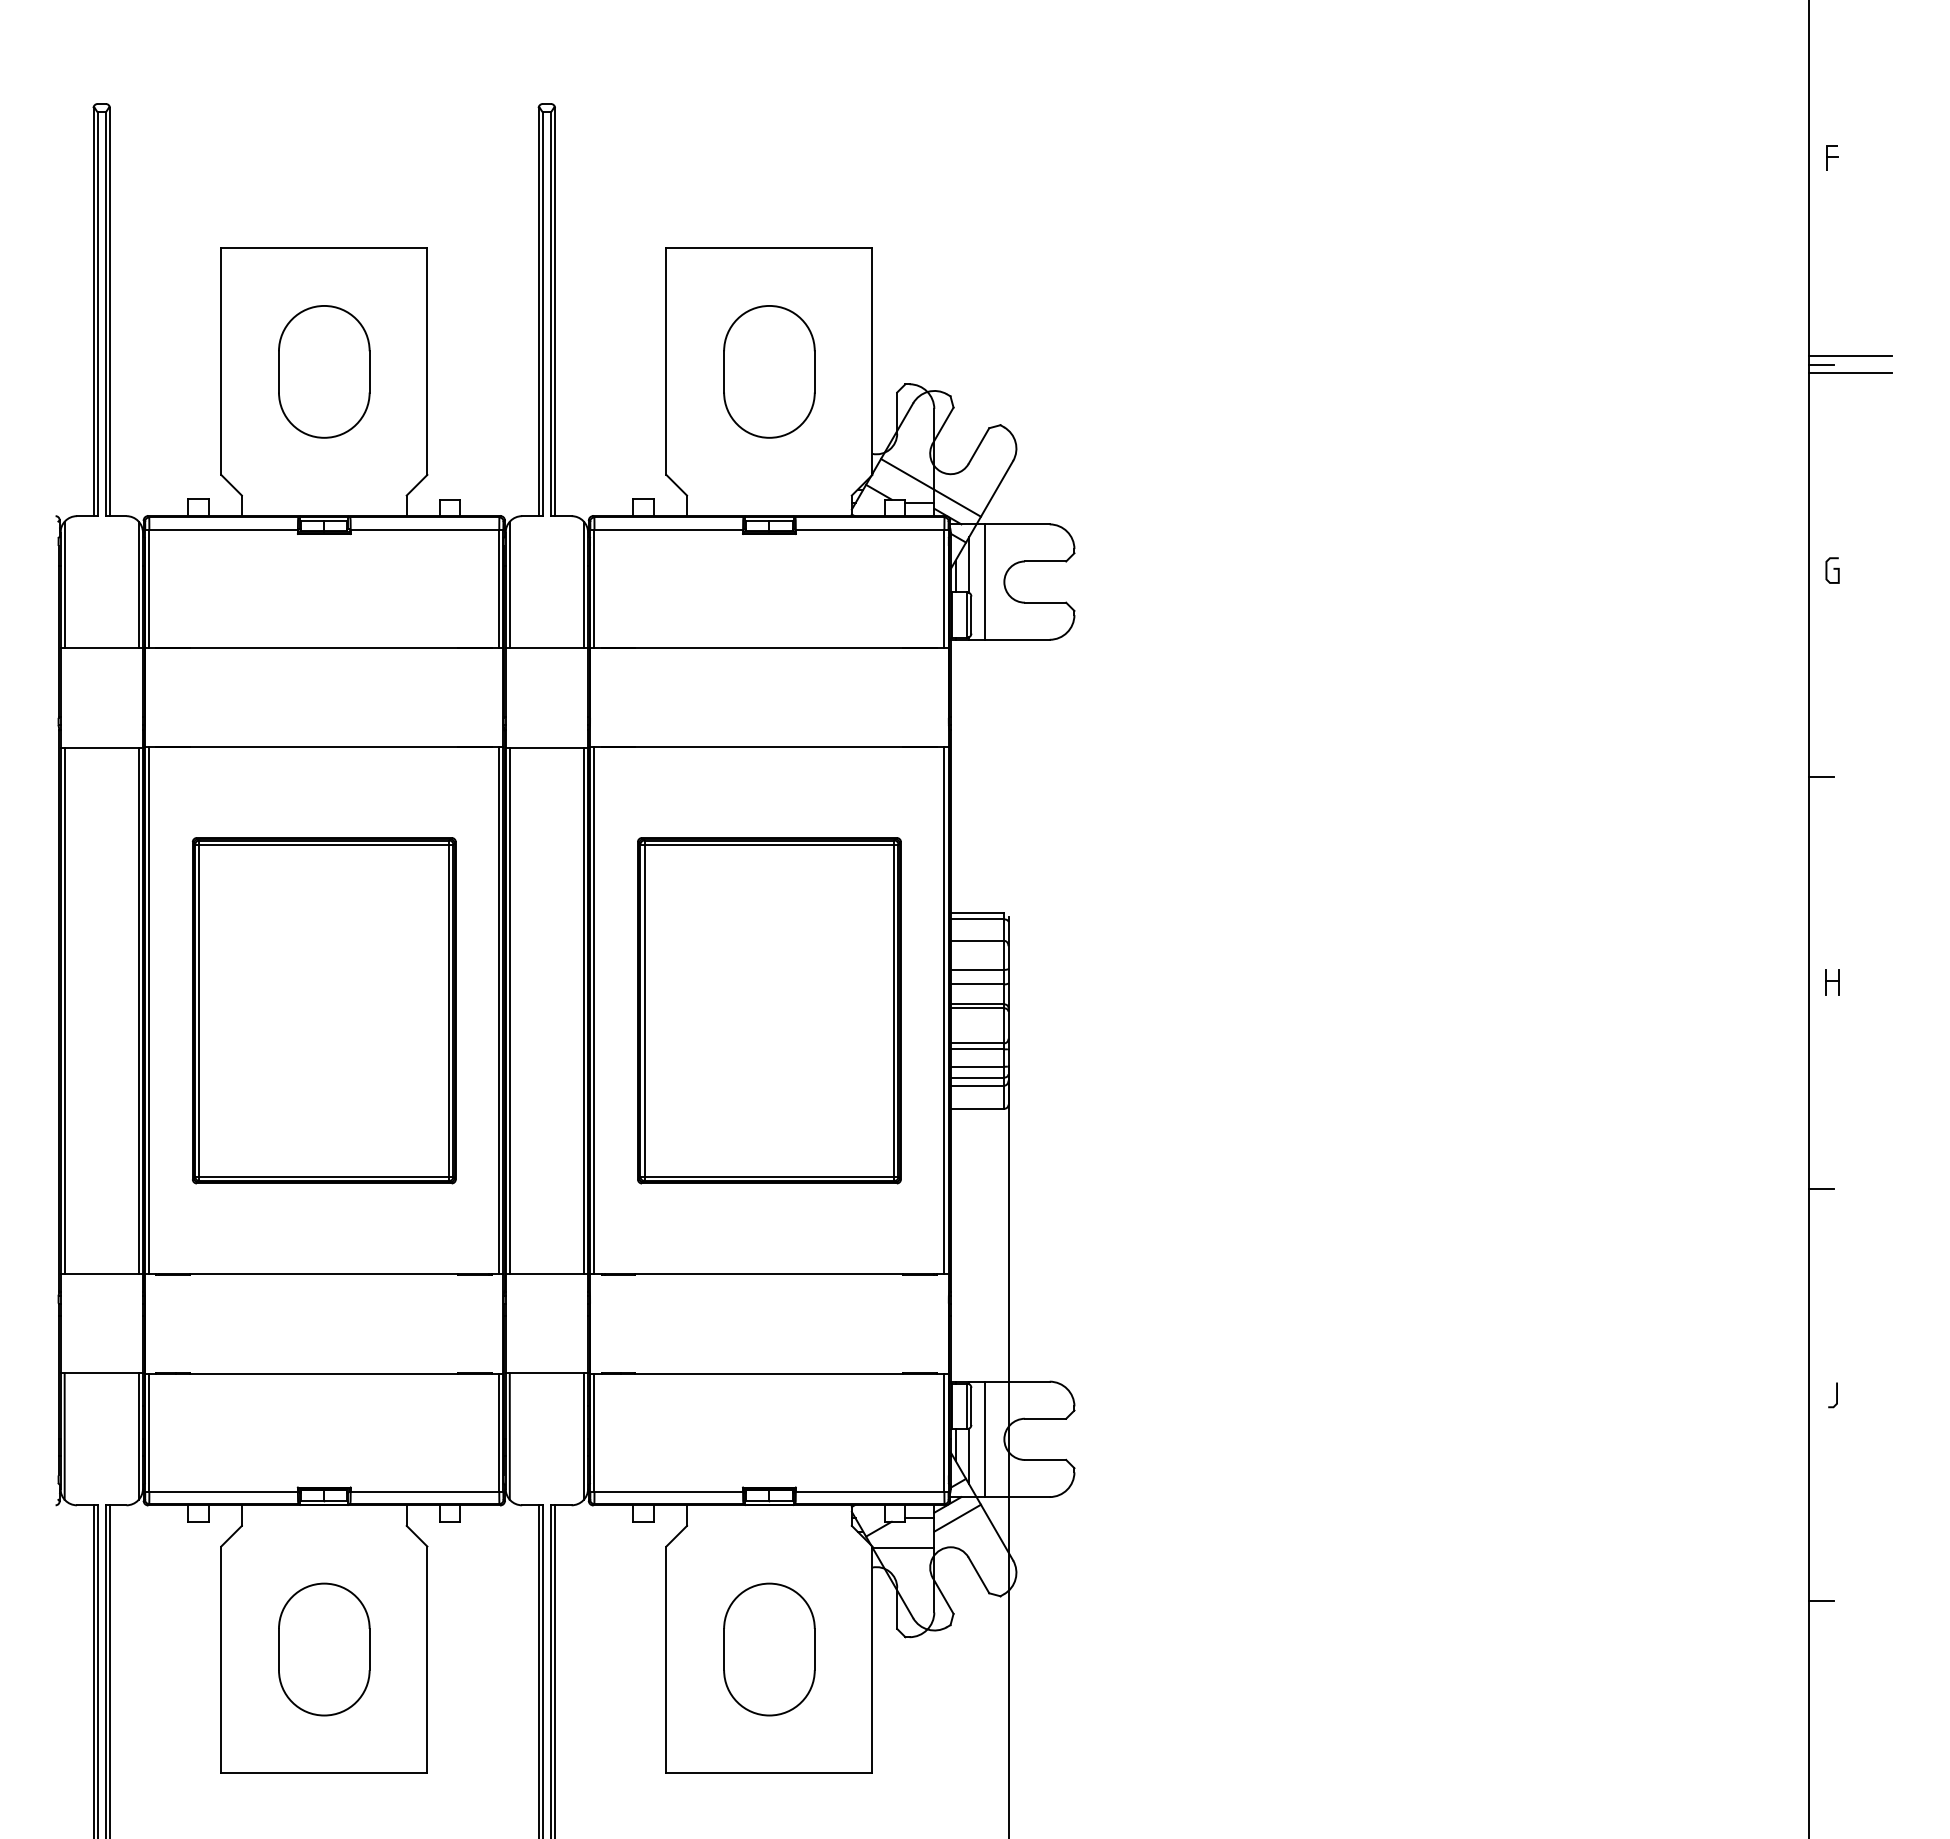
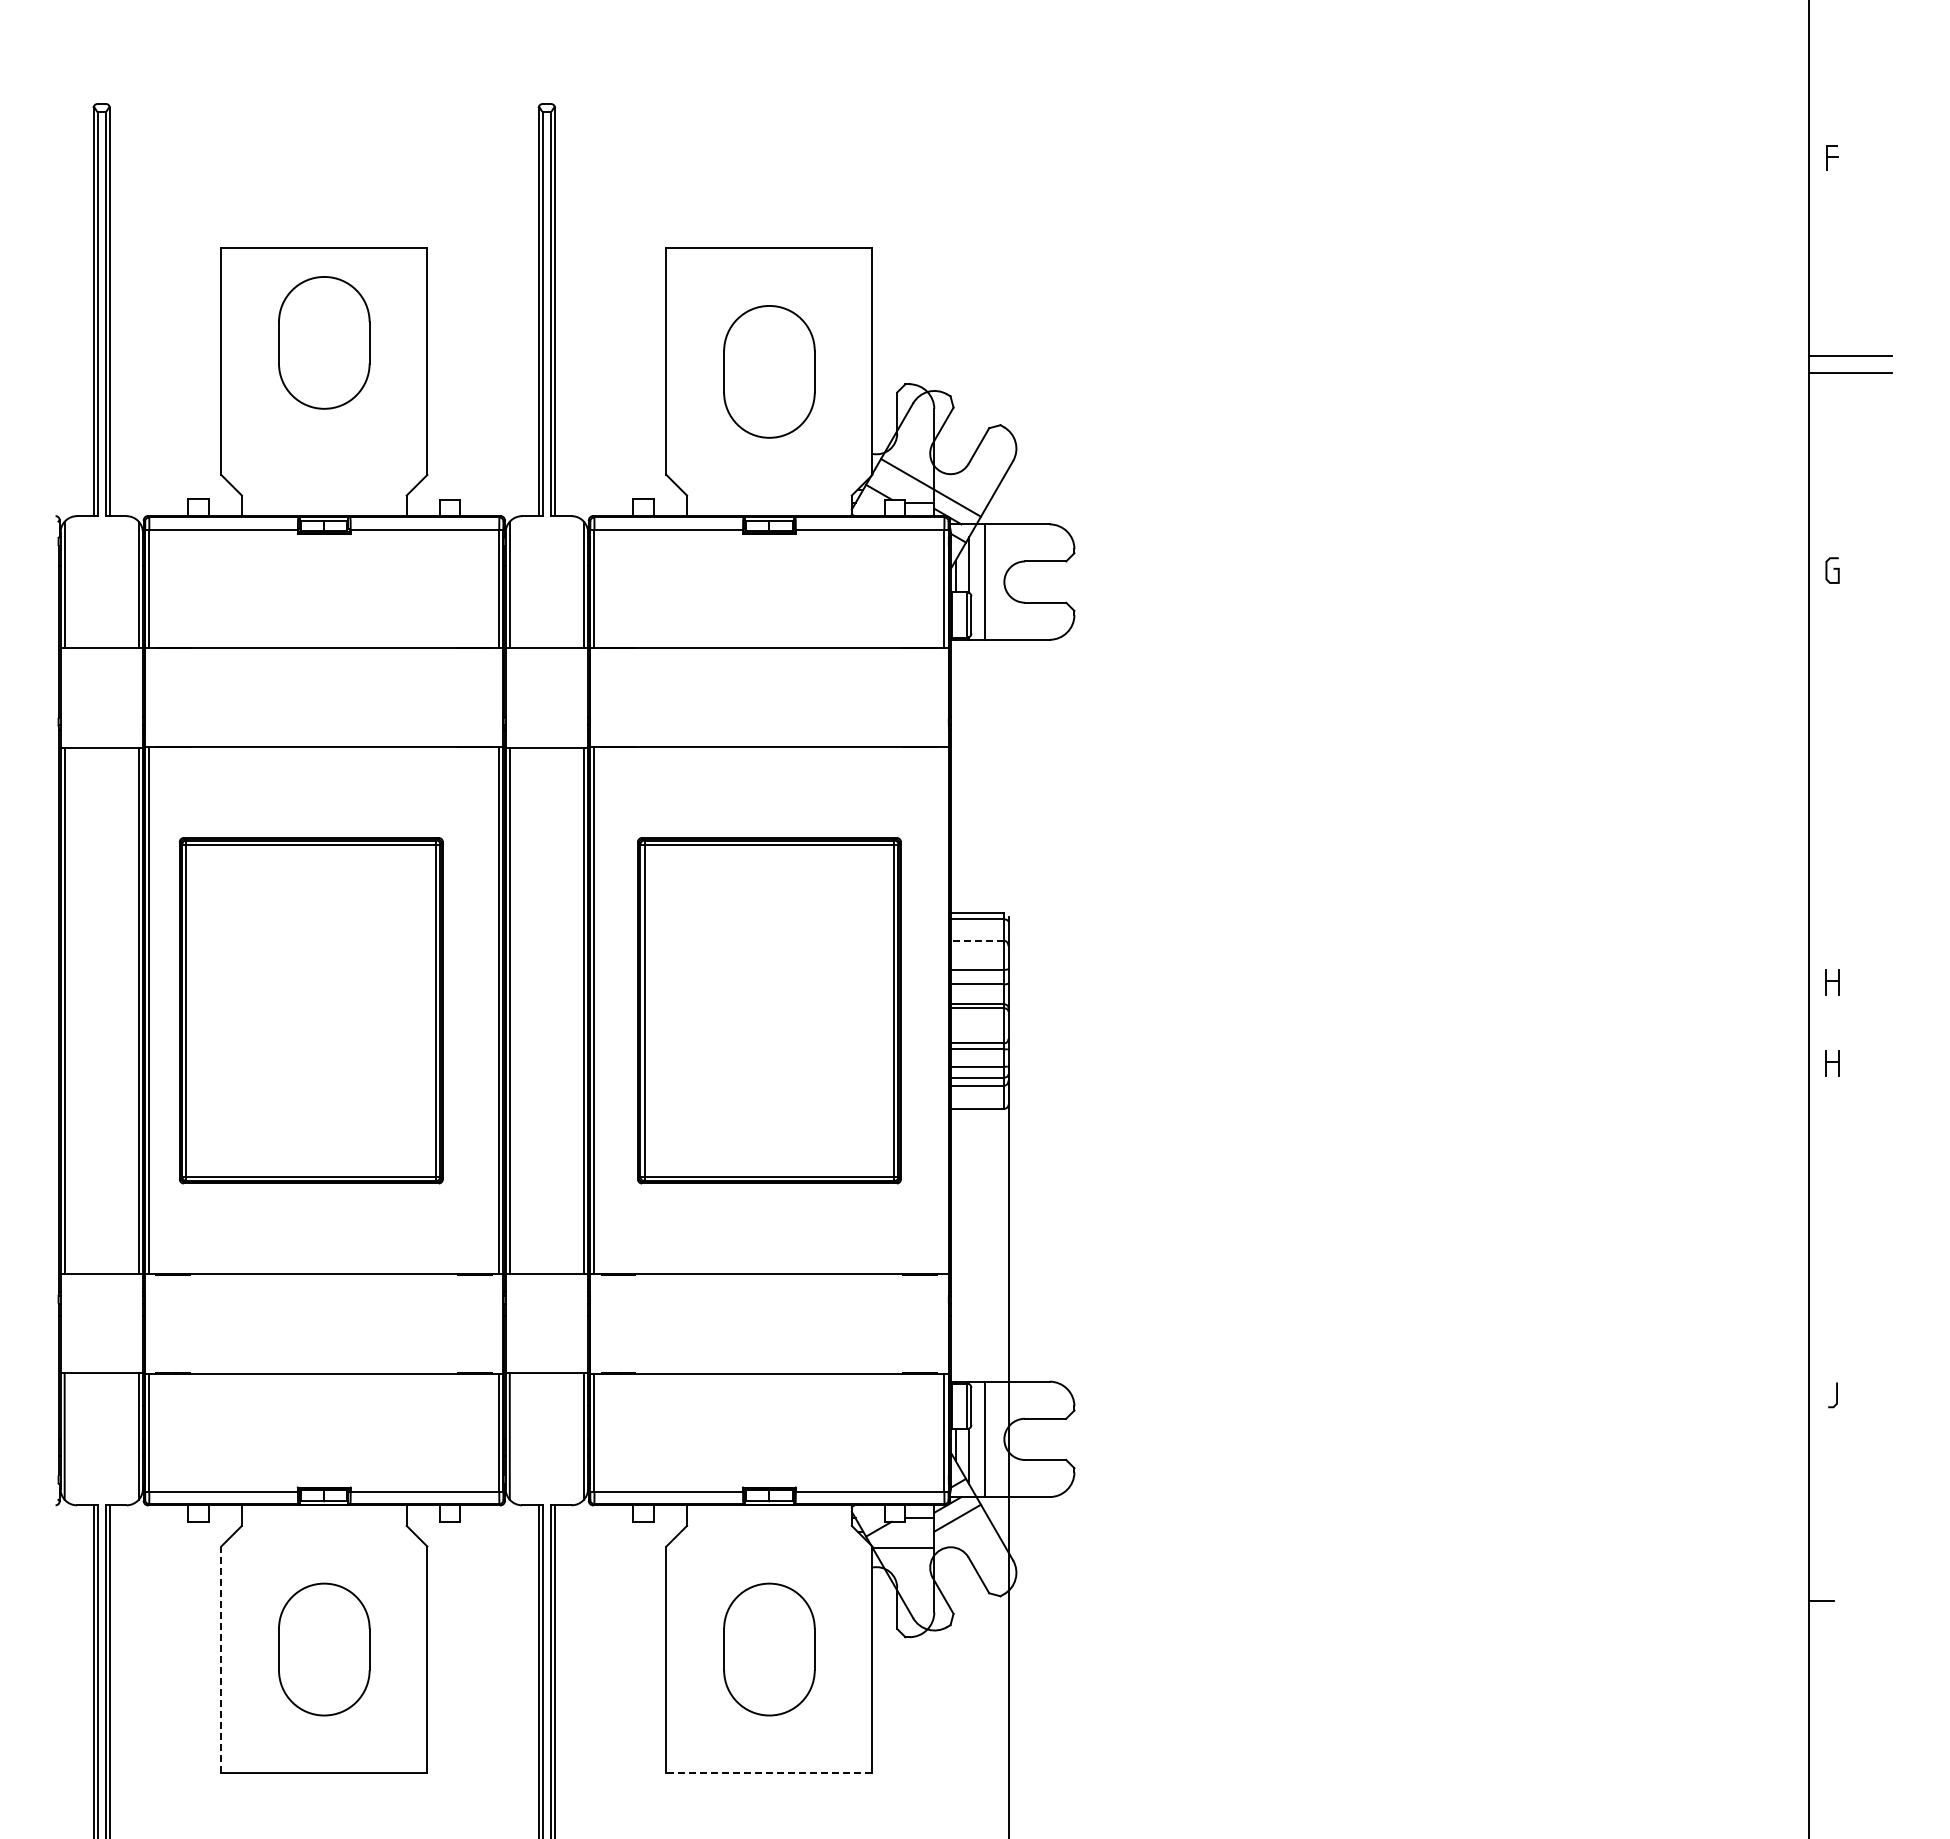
line at (1821, 364): present -> none
part at (324, 371) position: (324, 371) -> (324, 342)
line at (1821, 776): present -> none
line at (977, 940): solid -> dashed
part at (323, 1010) position: (323, 1010) -> (310, 1010)
line at (944, 1010): present -> none
part at (1832, 1063): none -> present
line at (1821, 1188): present -> none
line at (221, 1659): solid -> dashed
line at (768, 1773): solid -> dashed
